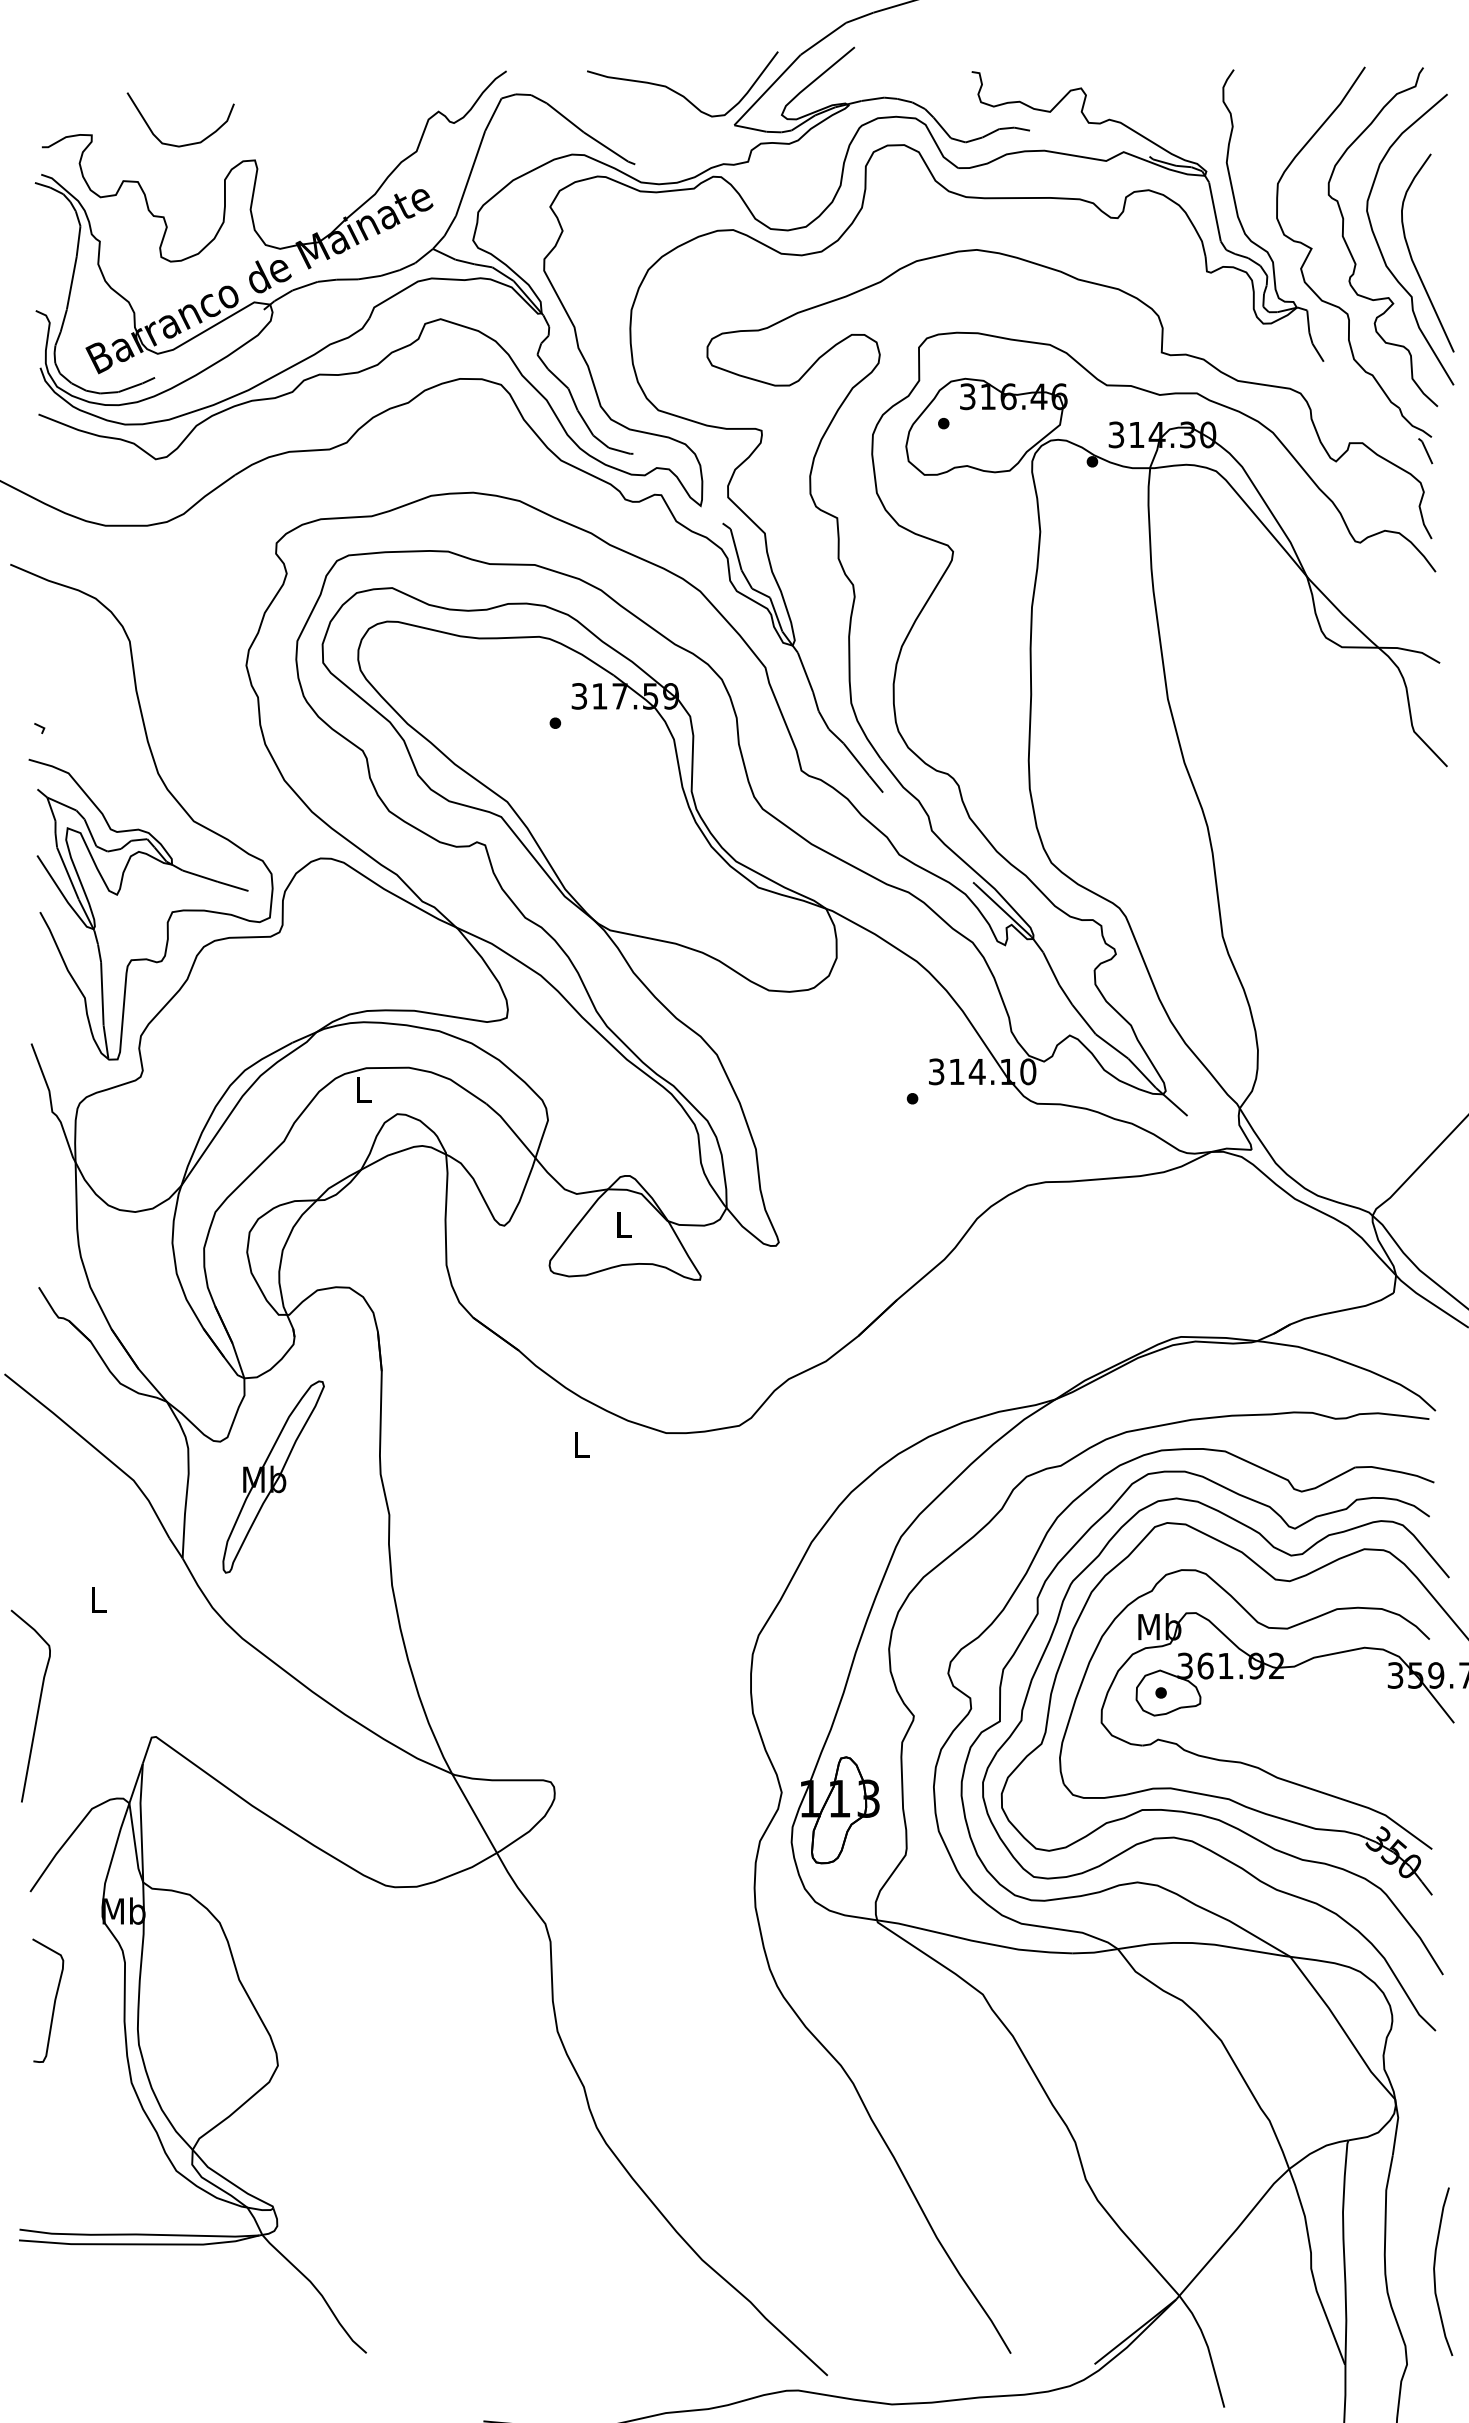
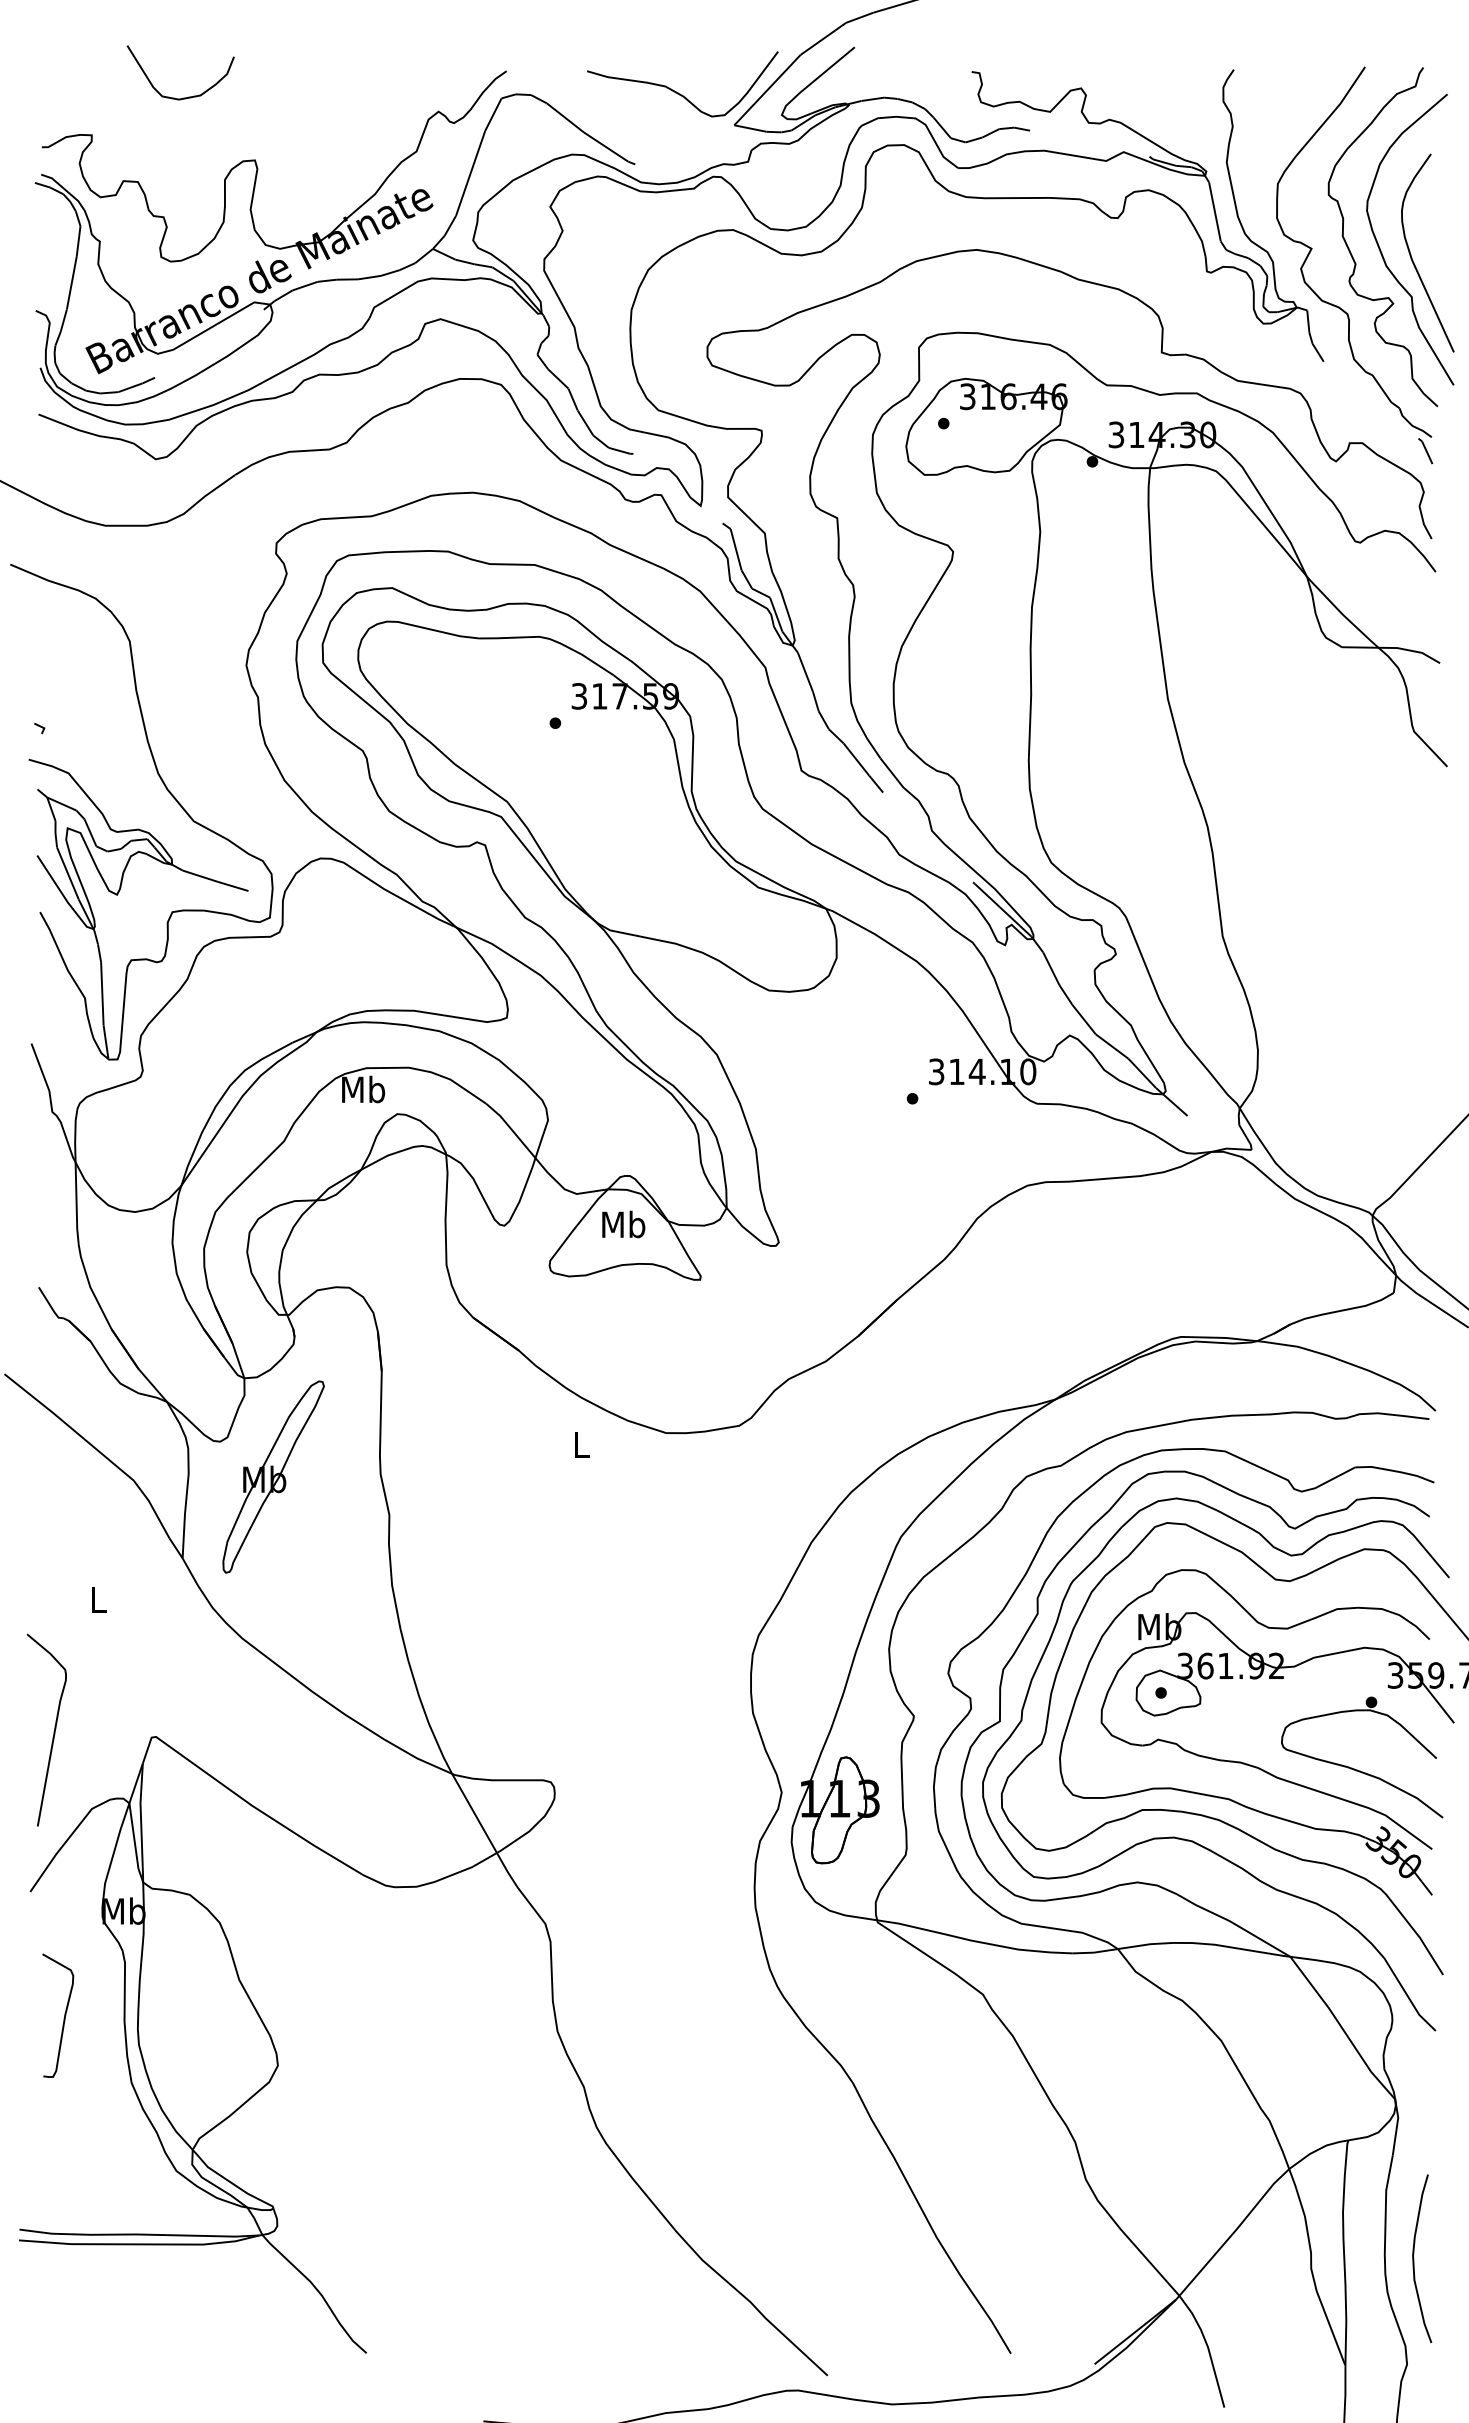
curve at (183, 144) position: (183, 144) -> (183, 97)
text at (363, 1089): L -> Mb
text at (623, 1224): L -> Mb
curve at (37, 1707) position: (37, 1707) -> (53, 1731)
part at (1357, 1769): none -> present
curve at (53, 2003) position: (53, 2003) -> (63, 2018)
curve at (1435, 2271) position: (1435, 2271) -> (1414, 2258)
